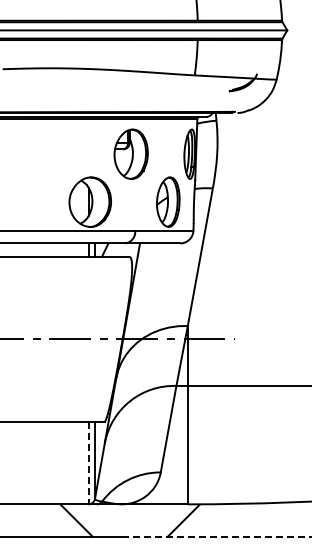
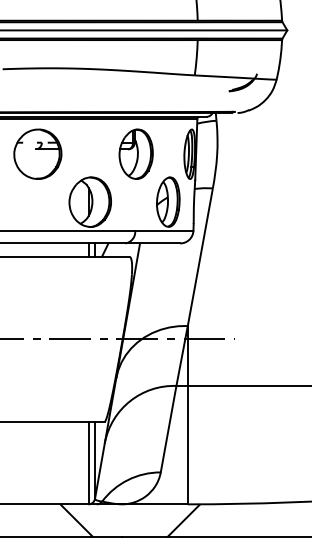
part at (37, 153): none -> present
part at (130, 153) position: (130, 153) -> (135, 153)
line at (88, 463): dashed -> solid
line at (216, 537): dashed -> solid
